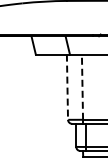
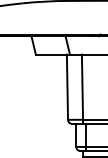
line at (67, 87): dashed -> solid
line at (82, 87): dashed -> solid
